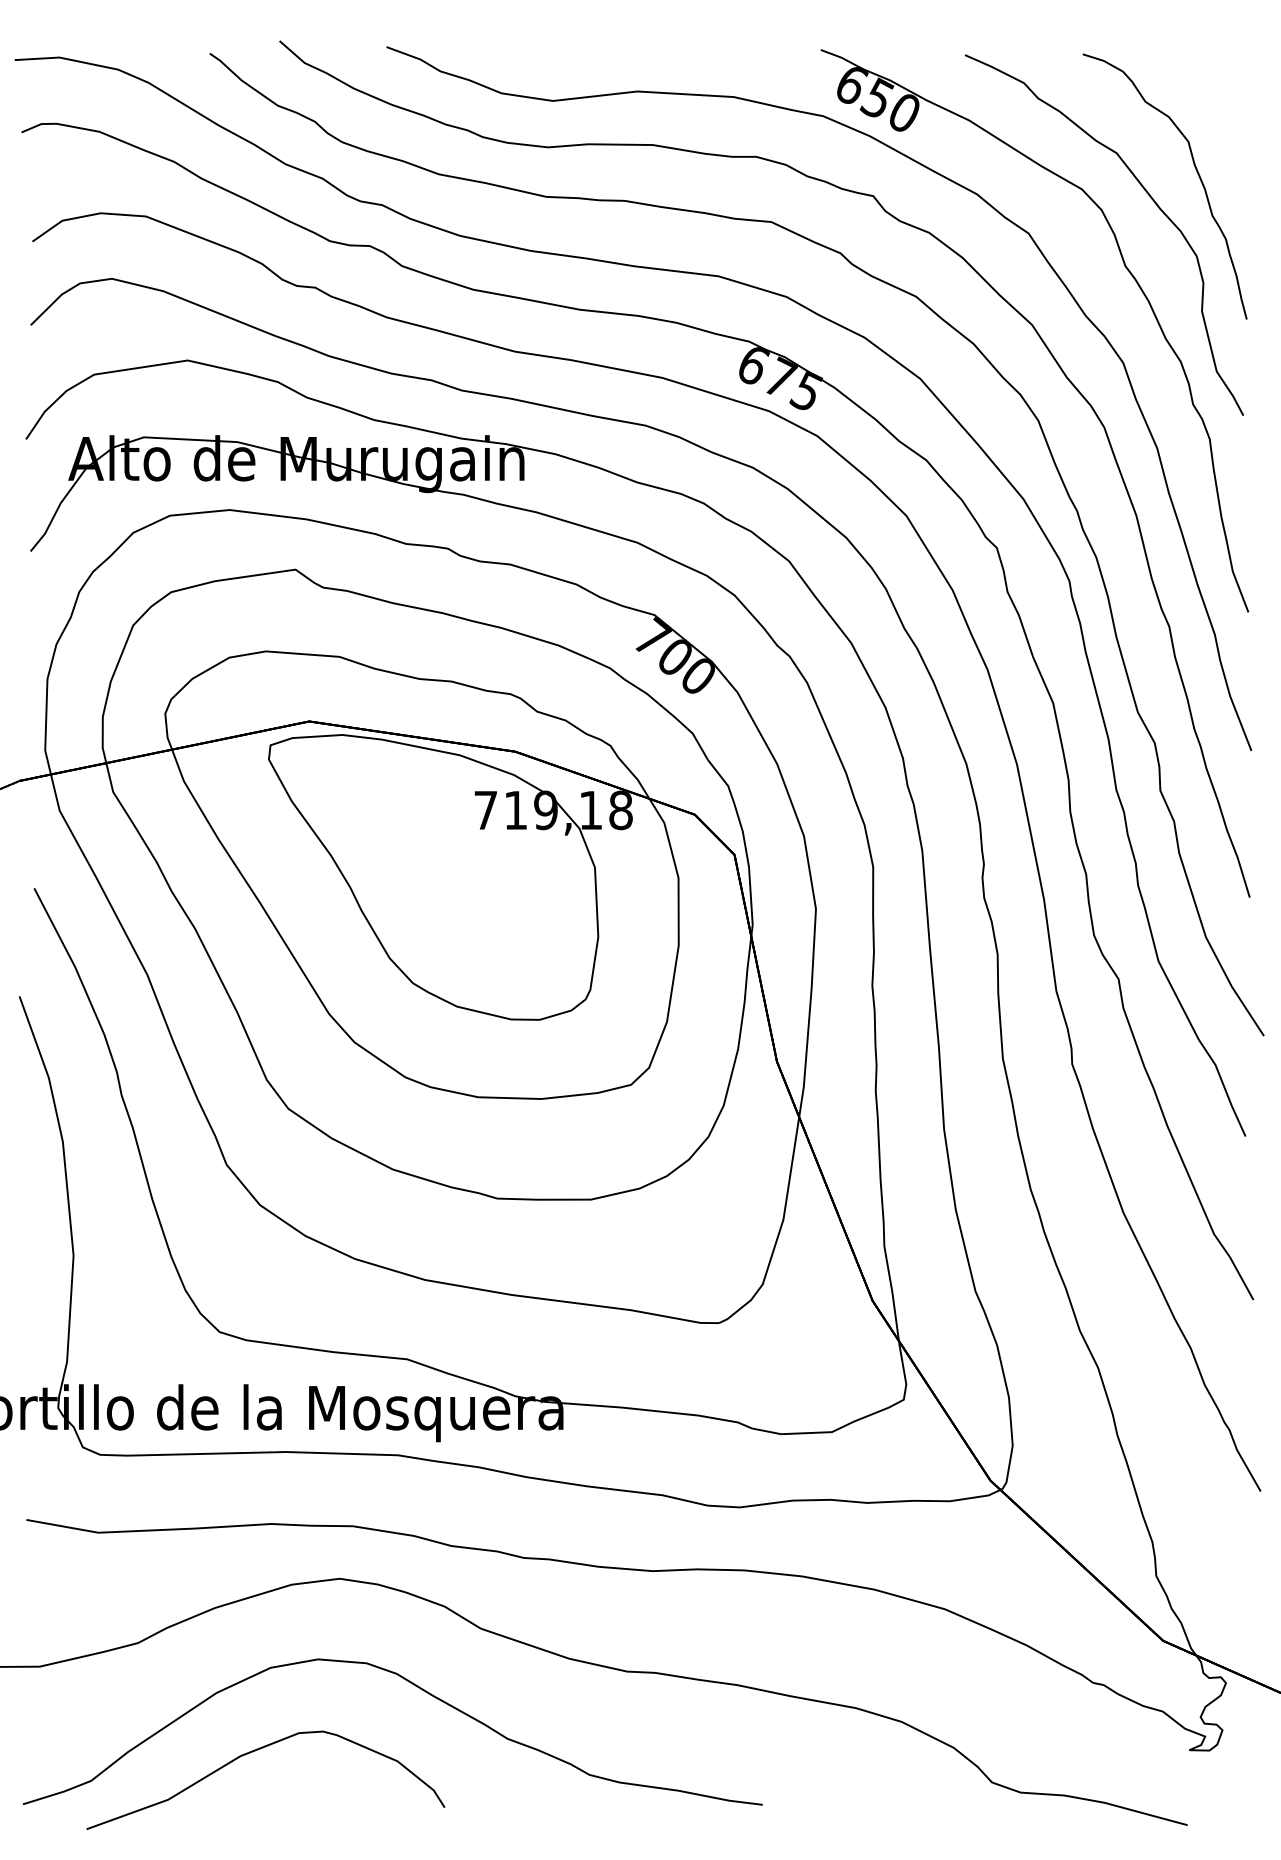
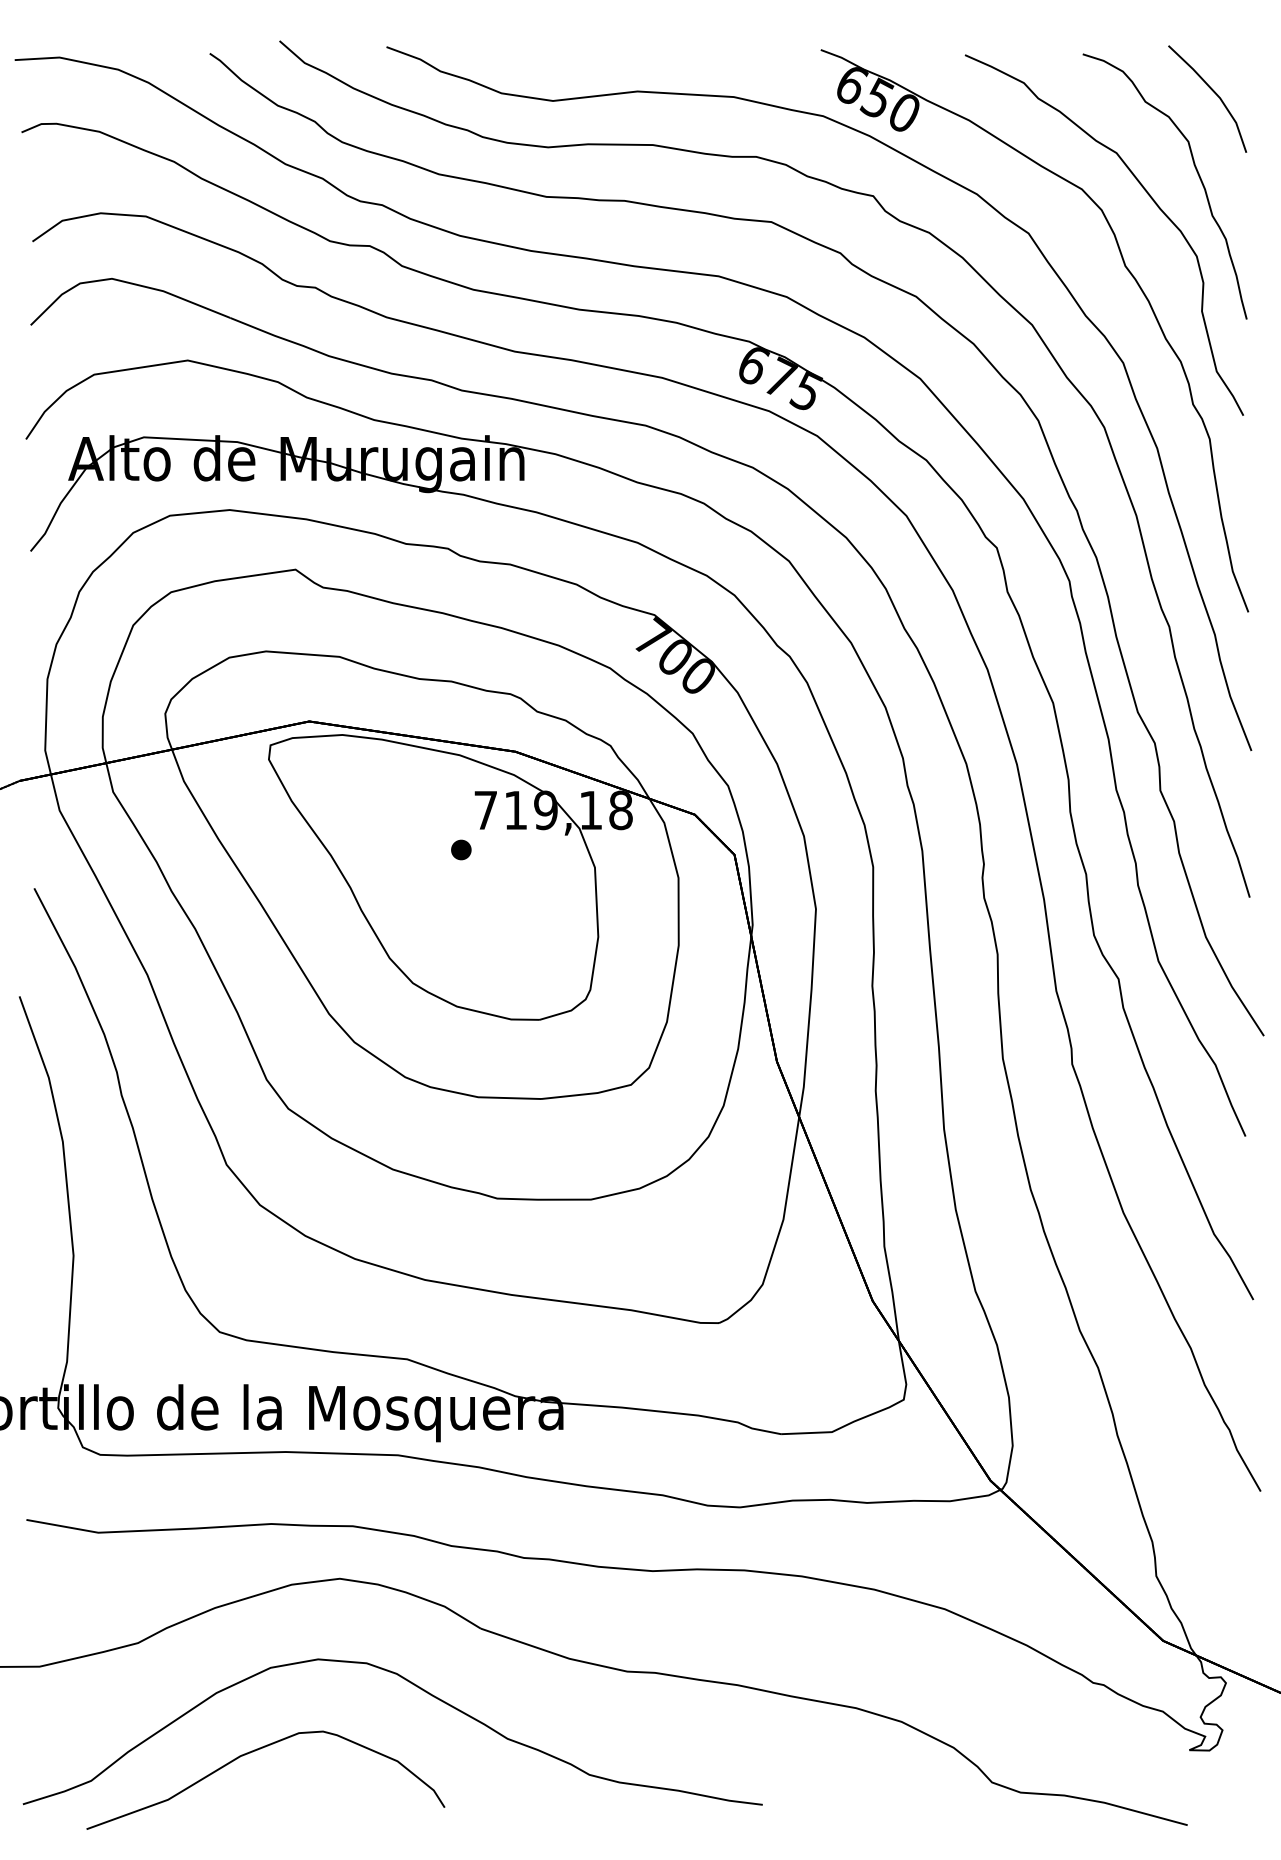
part at (1213, 92): none -> present
part at (461, 849): none -> present
